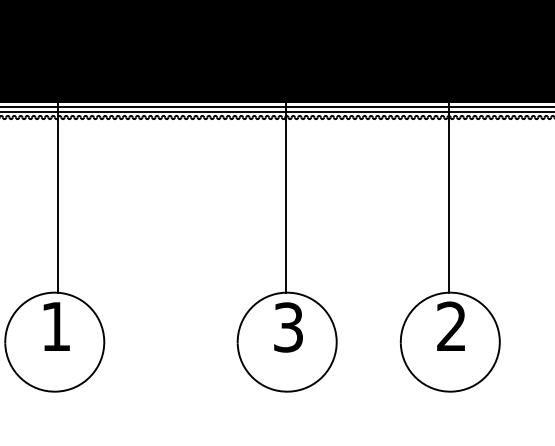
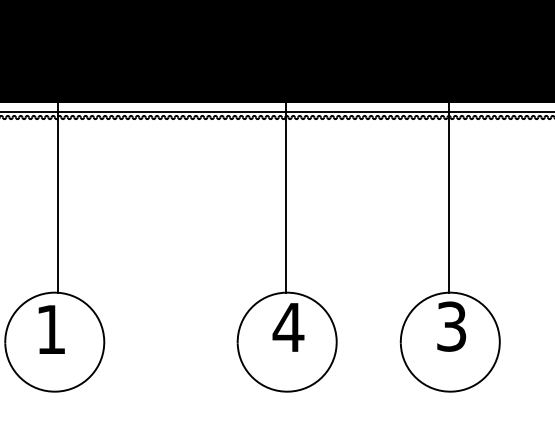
line at (276, 107): present -> none
text at (56, 326) position: (56, 326) -> (51, 329)
text at (451, 326): 2 -> 3
text at (288, 327): 3 -> 4
